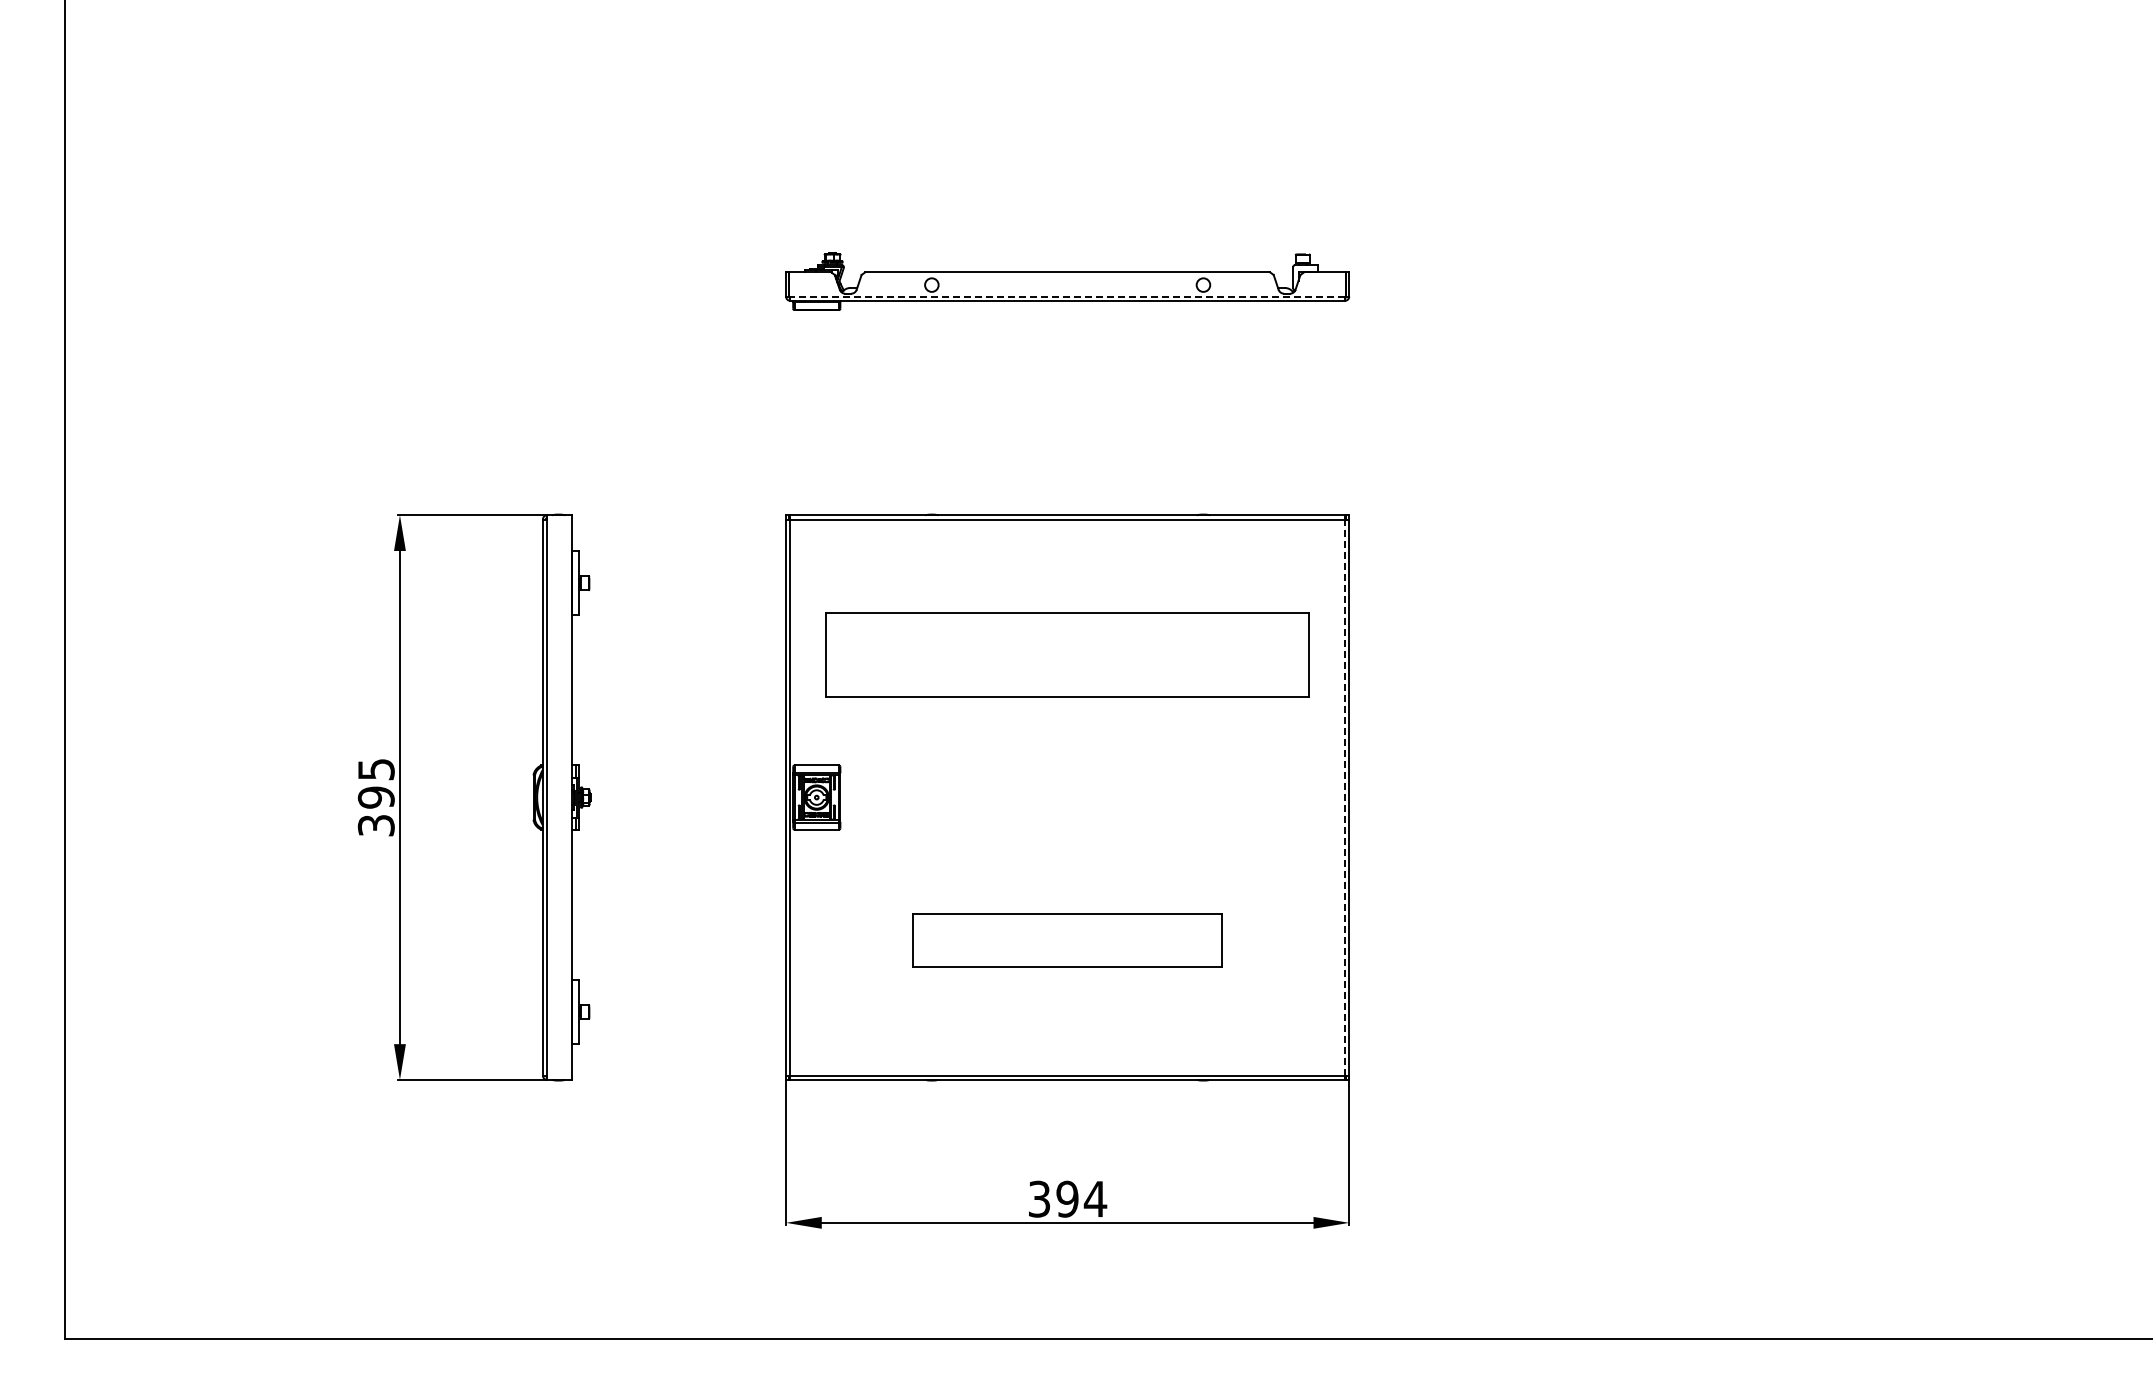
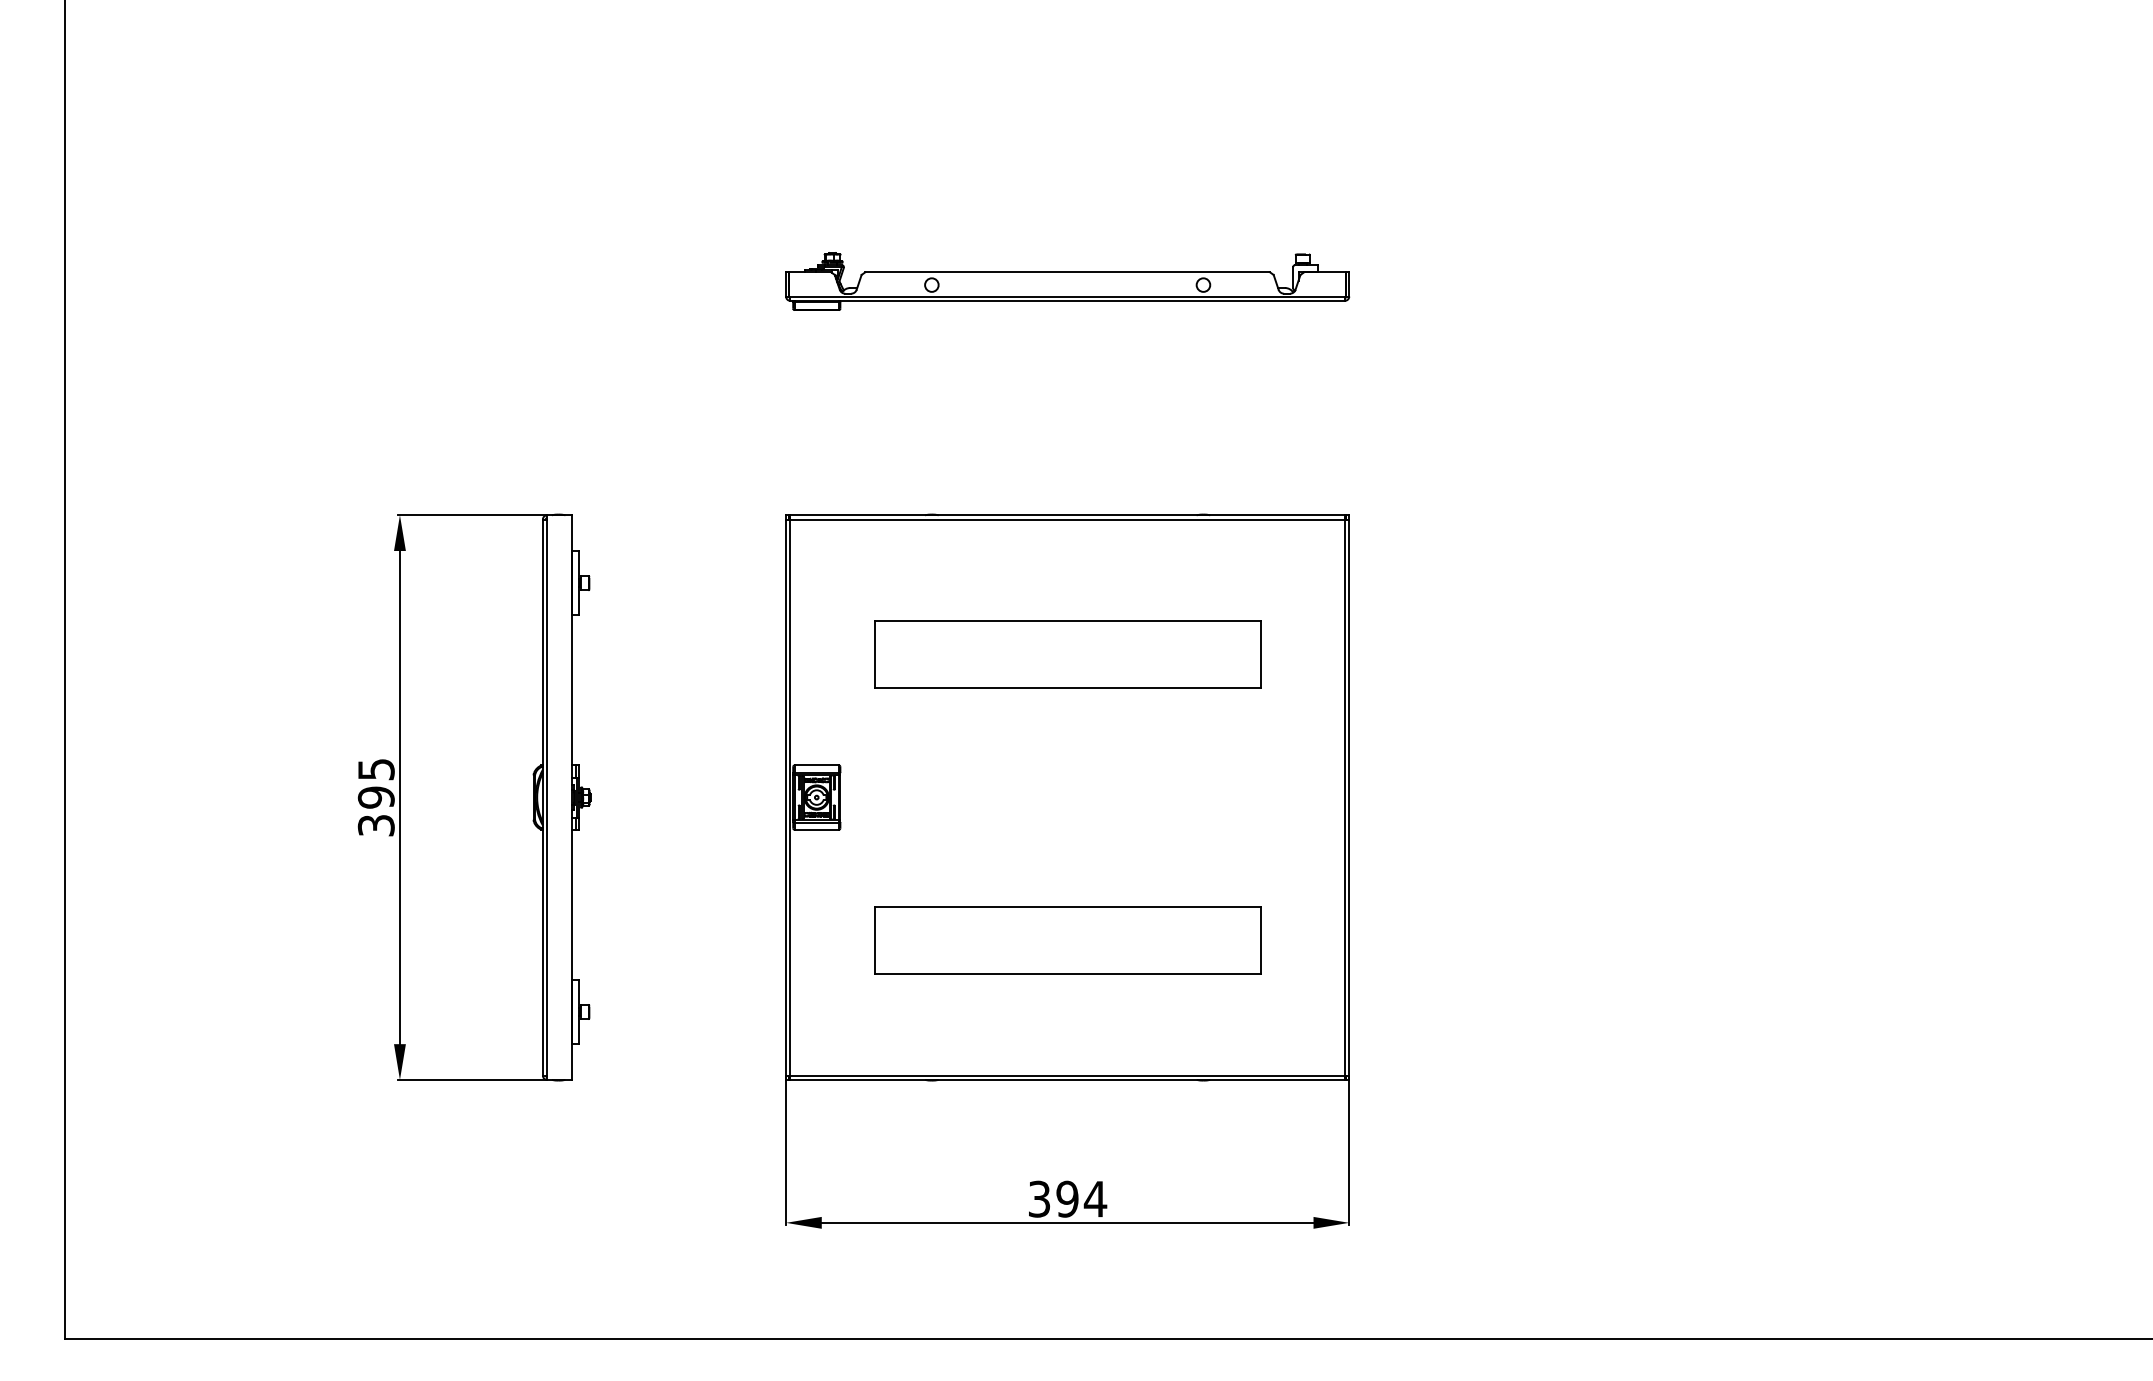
line at (1067, 296): dashed -> solid
part at (1067, 654) size: 485x86 px -> 388x69 px
line at (1344, 797): dashed -> solid
part at (1067, 940) size: 311x55 px -> 388x69 px
